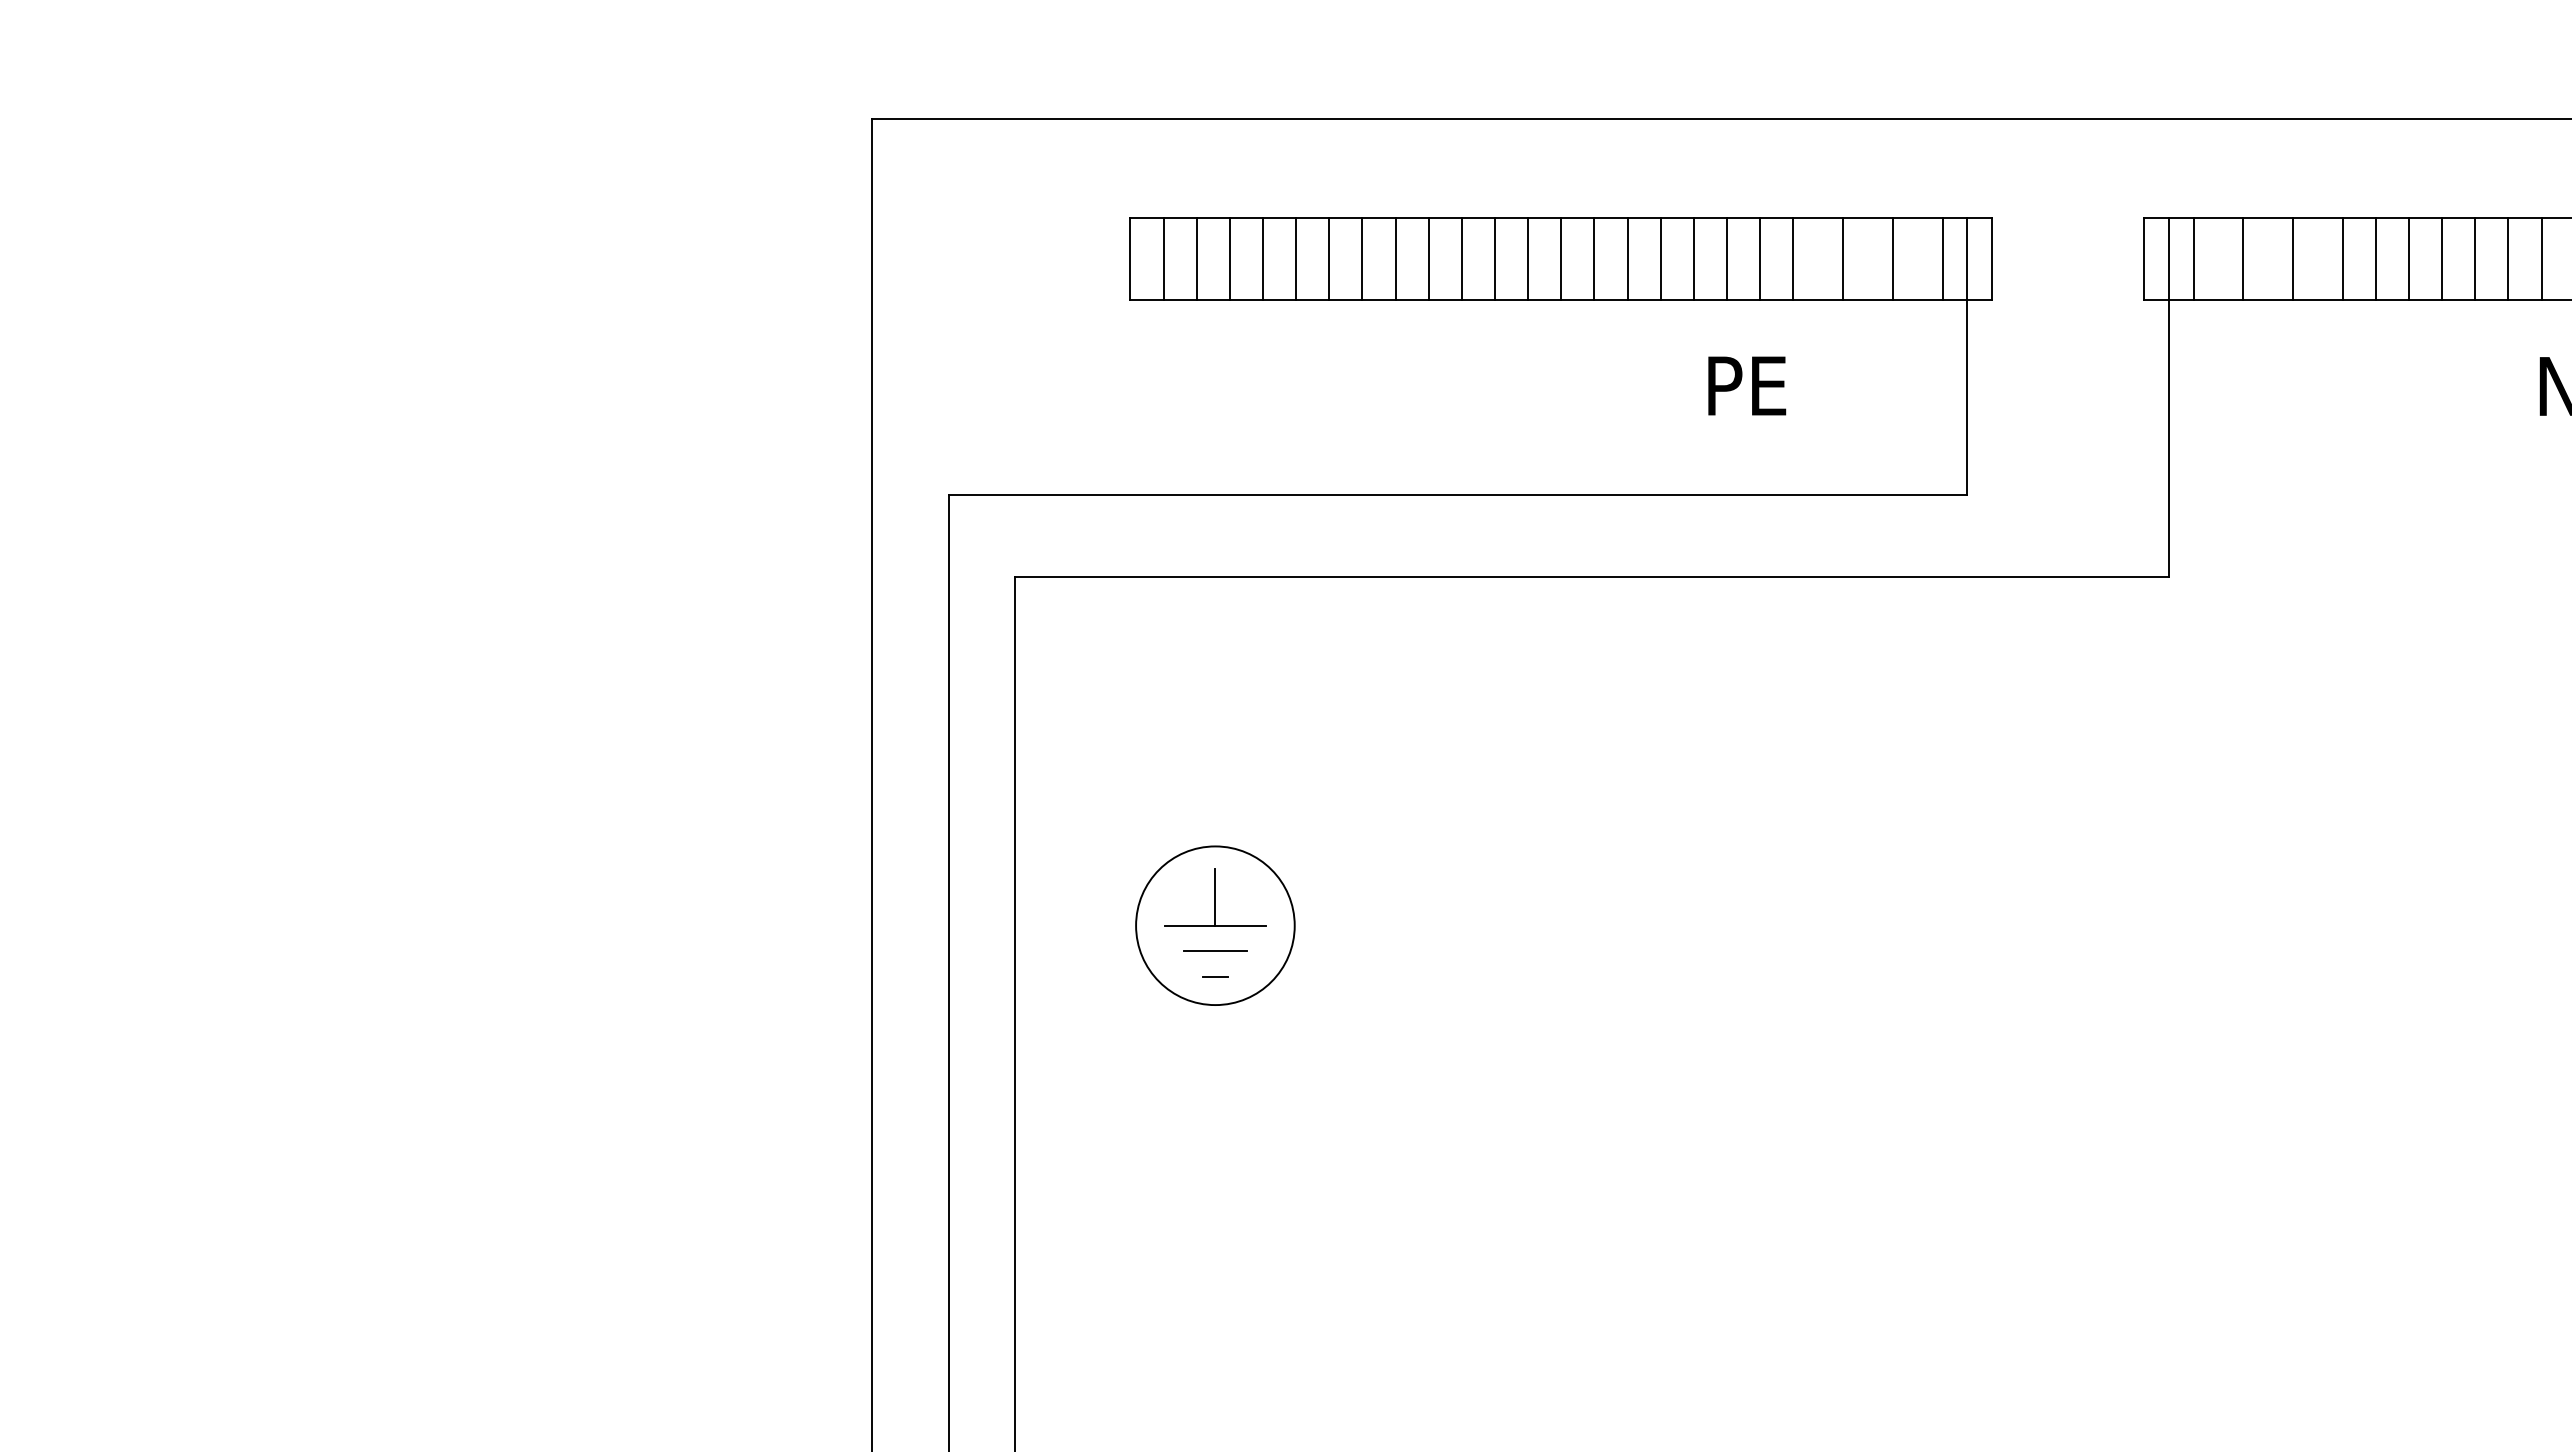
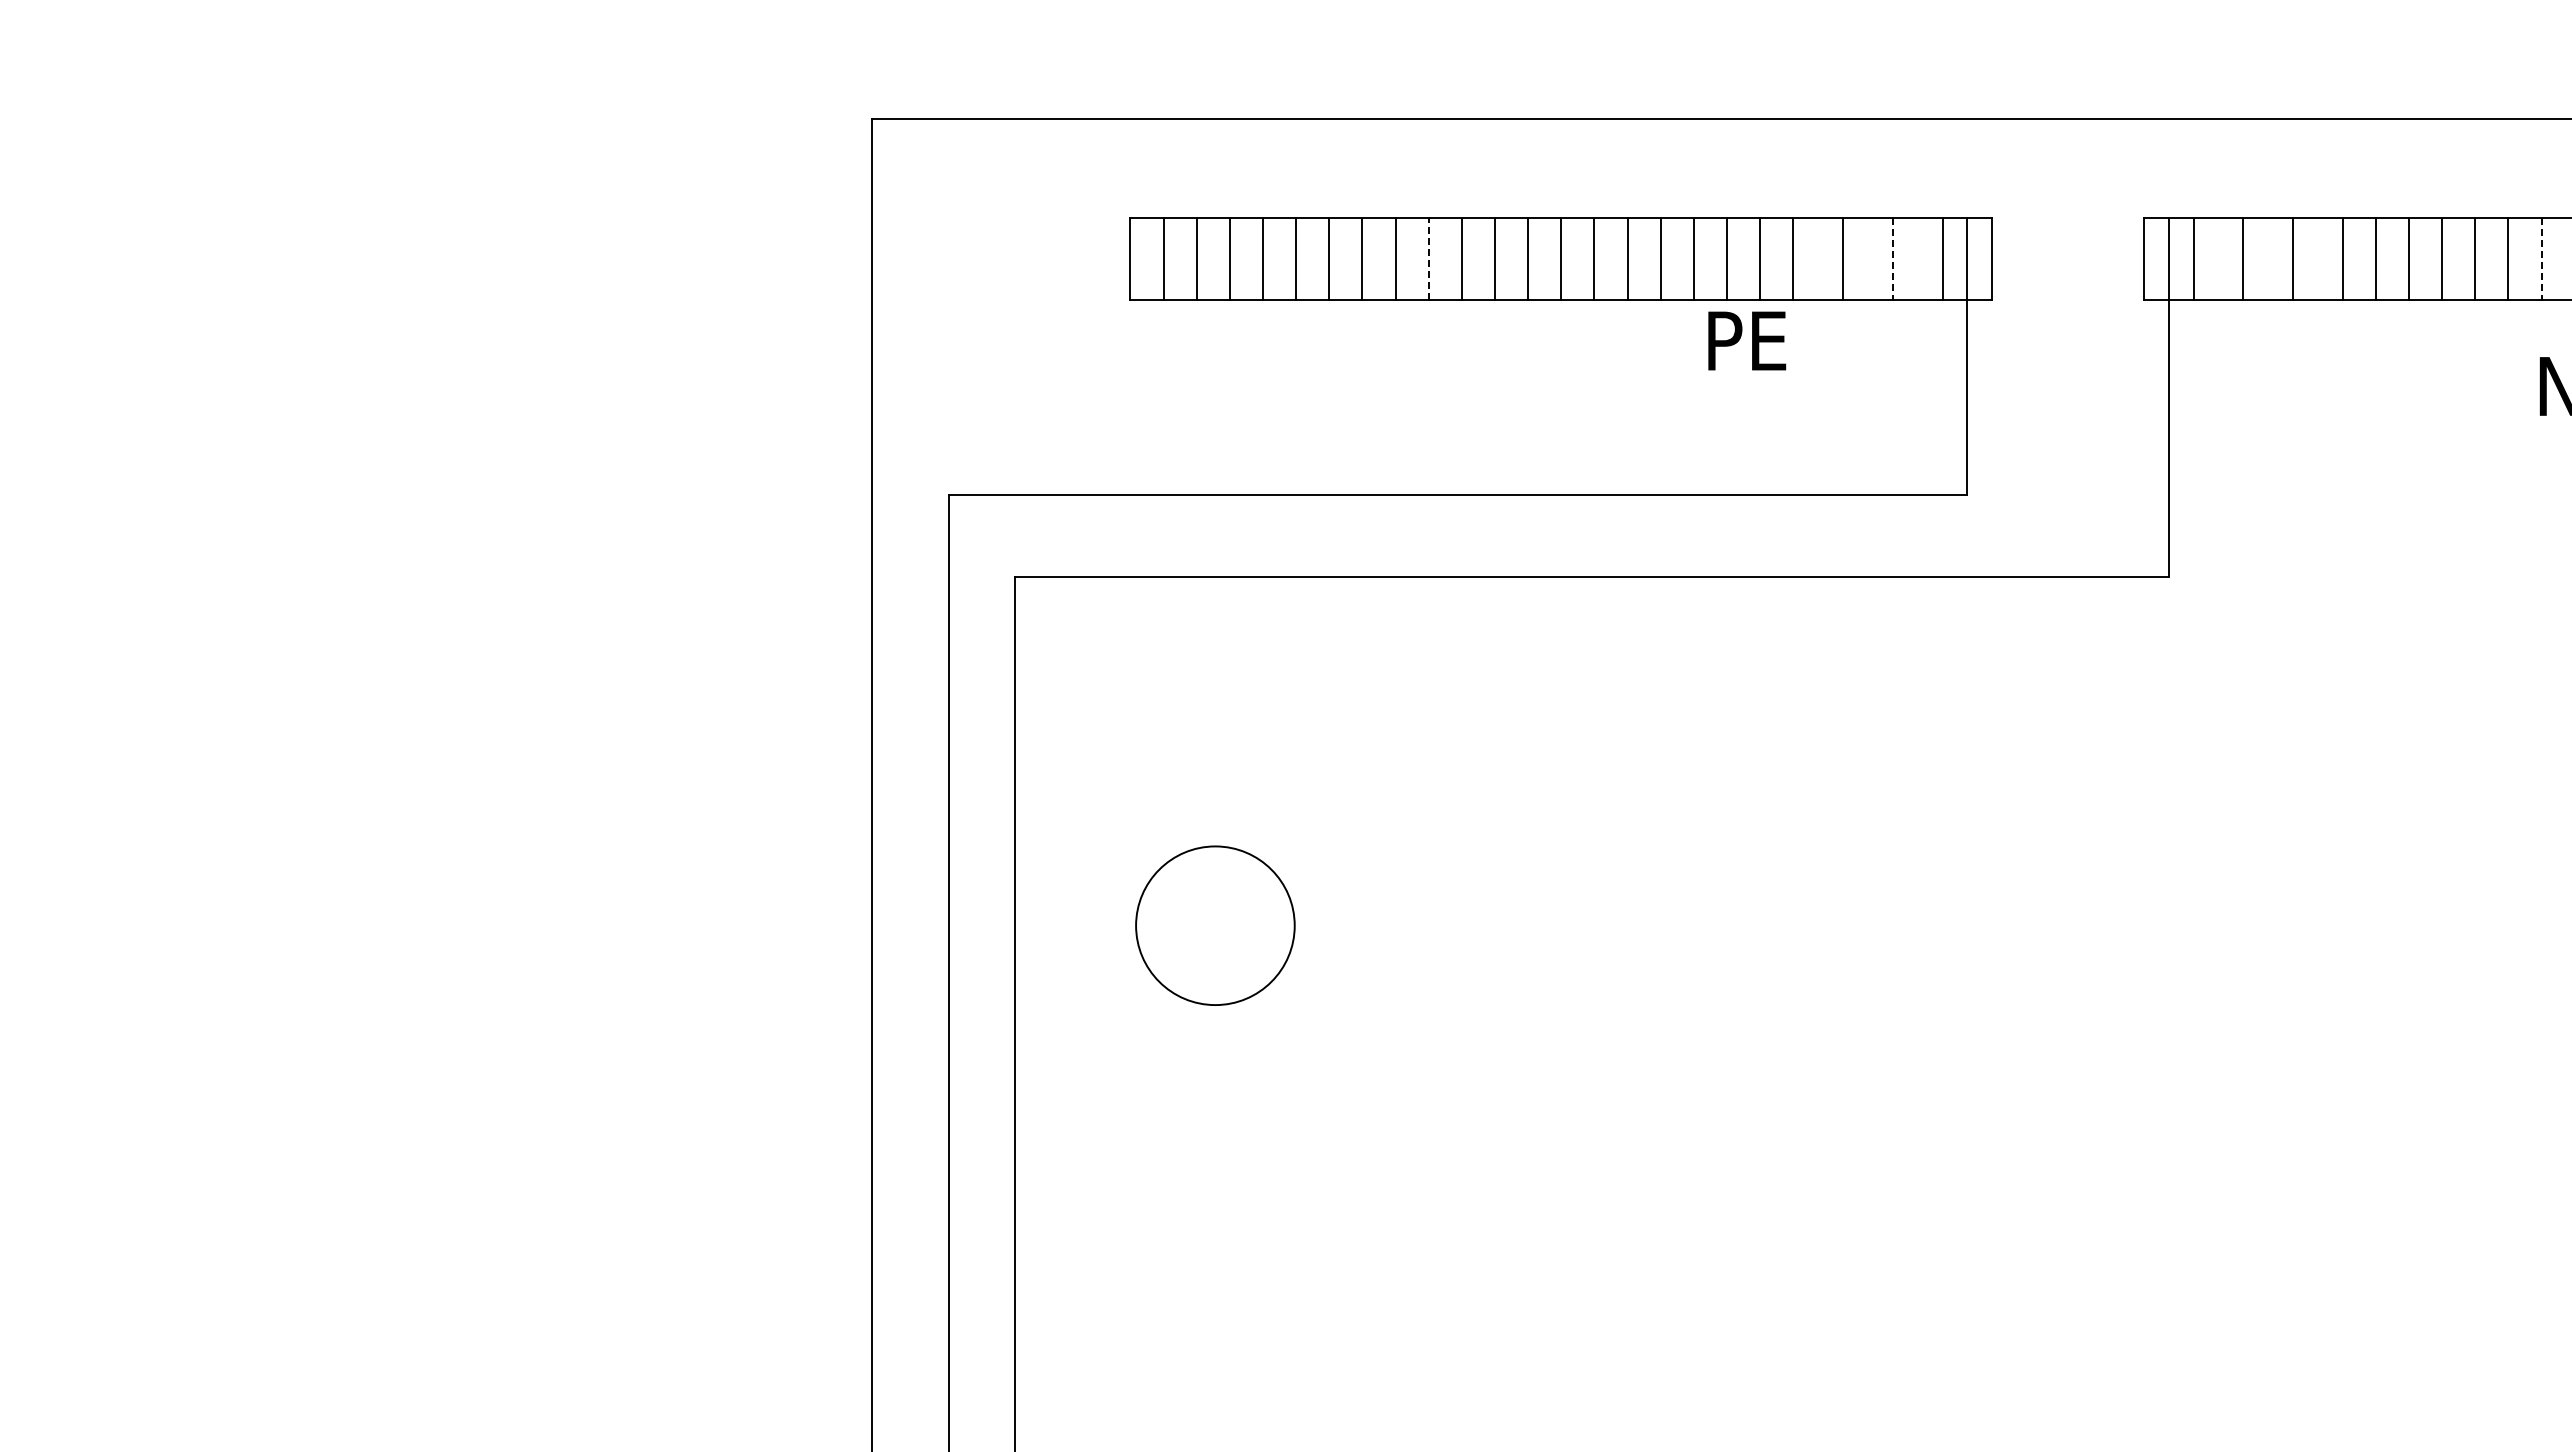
line at (1428, 258): solid -> dashed
line at (1892, 259): solid -> dashed
line at (2541, 259): solid -> dashed
text at (1747, 385) position: (1747, 385) -> (1747, 340)
part at (1215, 897): present -> none
line at (1215, 951): present -> none
line at (1215, 976): present -> none
